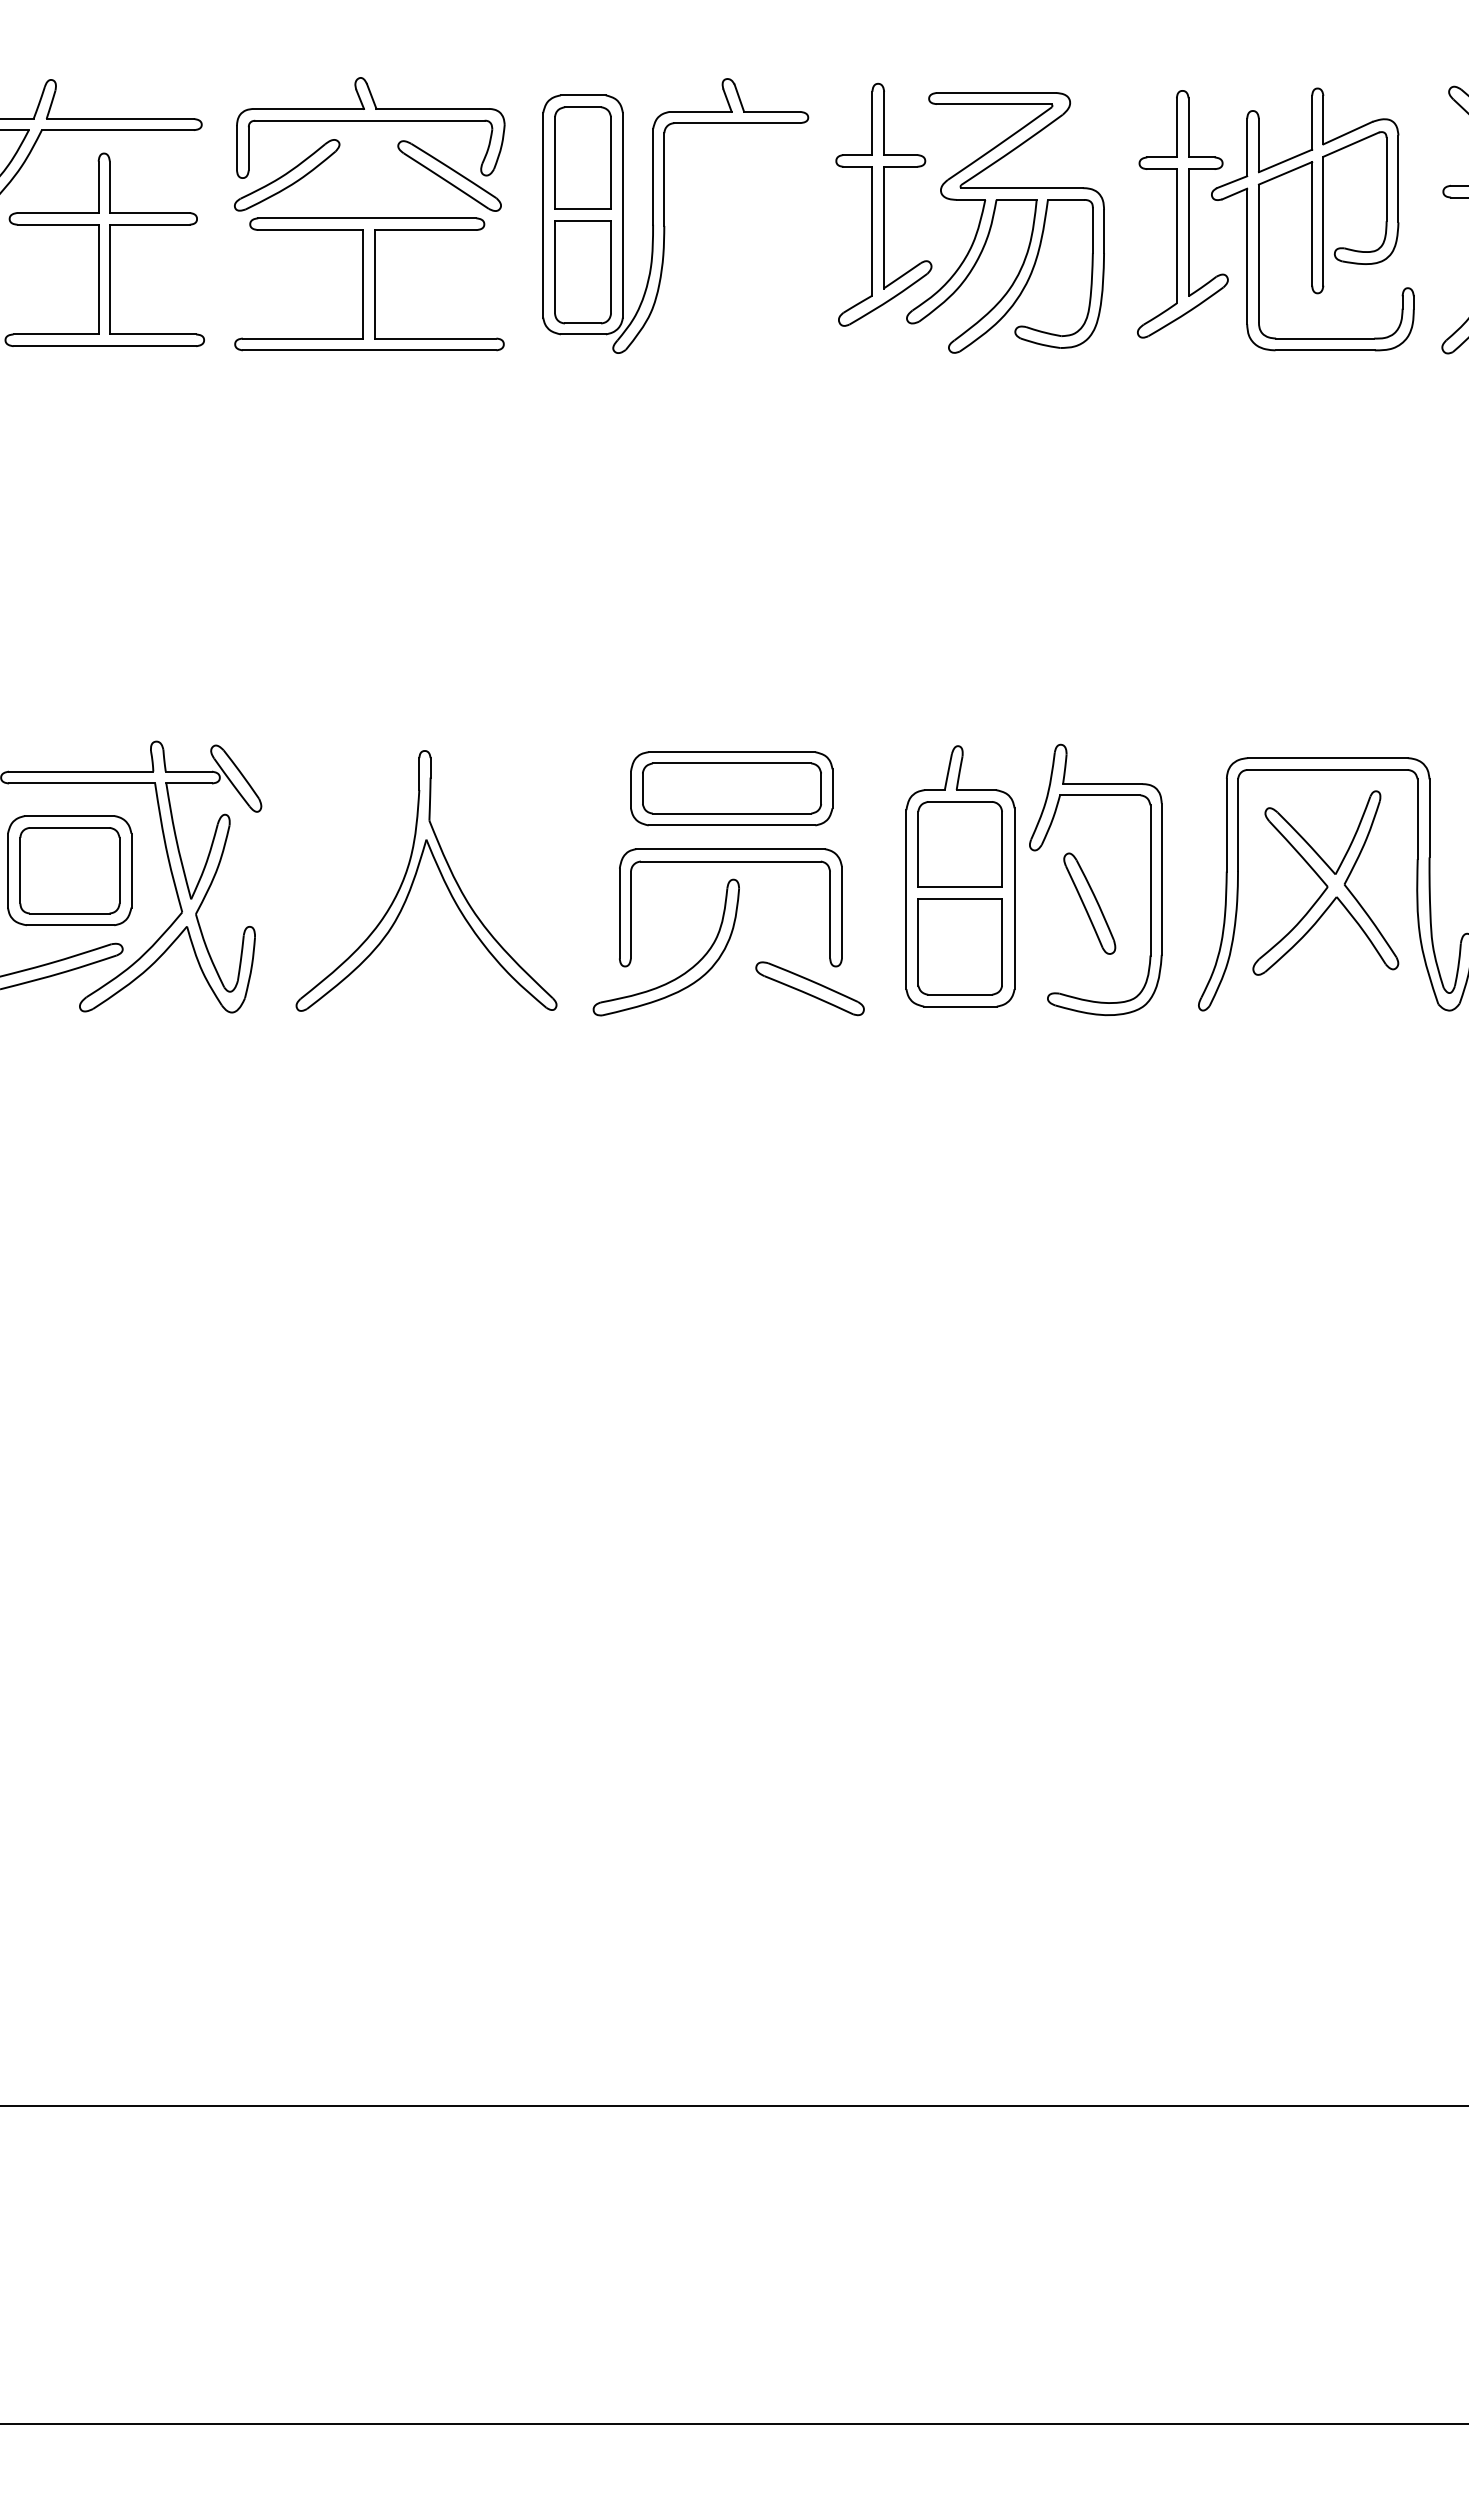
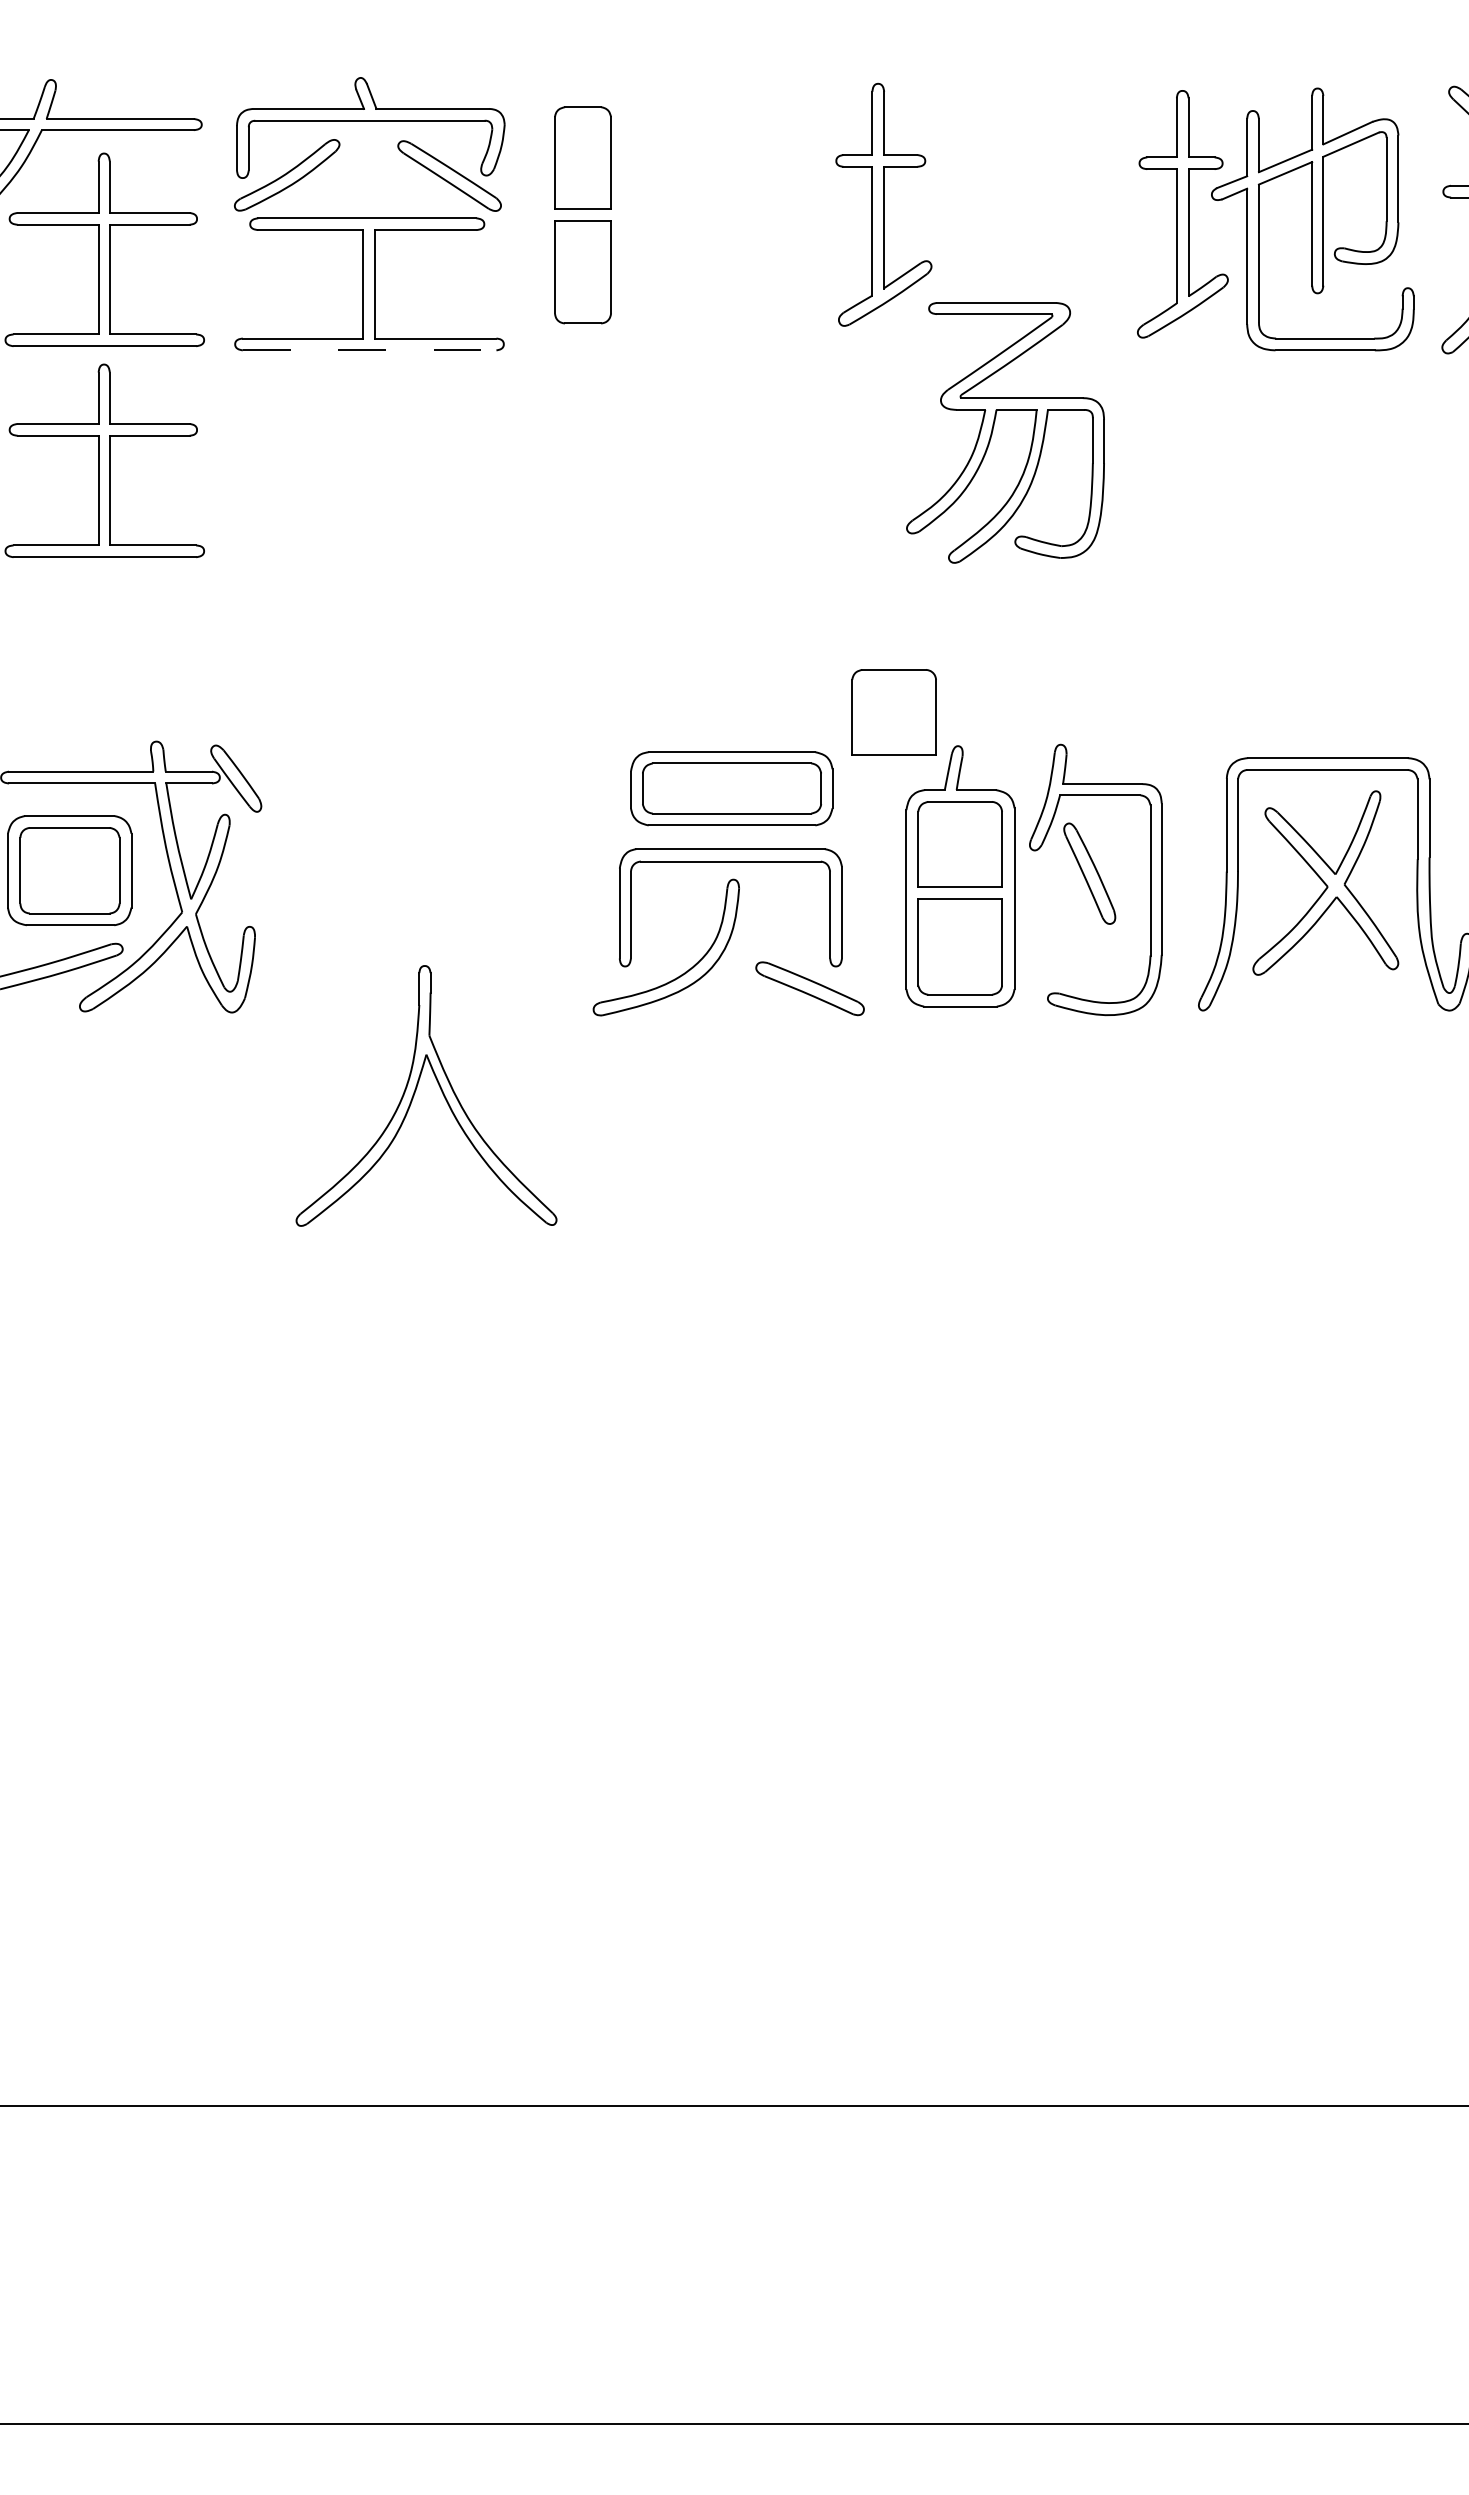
part at (664, 215): present -> none
part at (993, 220) position: (993, 220) -> (993, 430)
line at (369, 350): solid -> dashed
part at (104, 460): none -> present
part at (893, 712): none -> present
part at (416, 875) position: (416, 875) -> (416, 1090)
part at (1089, 903) position: (1089, 903) -> (1089, 873)
